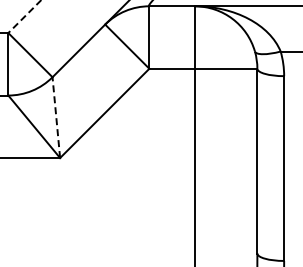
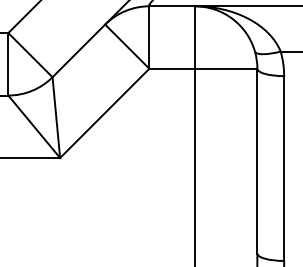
line at (24, 16): dashed -> solid
line at (56, 117): dashed -> solid
